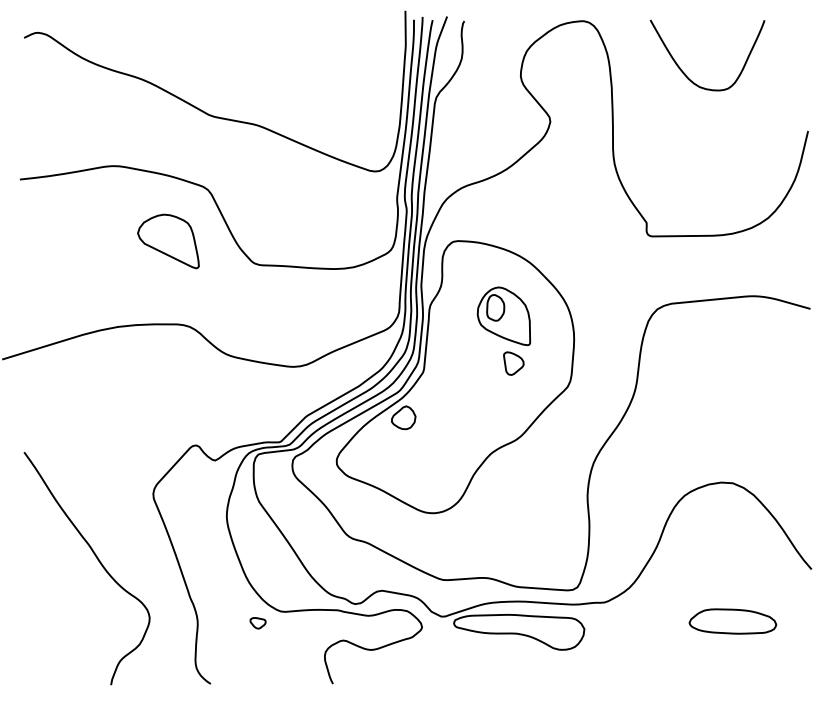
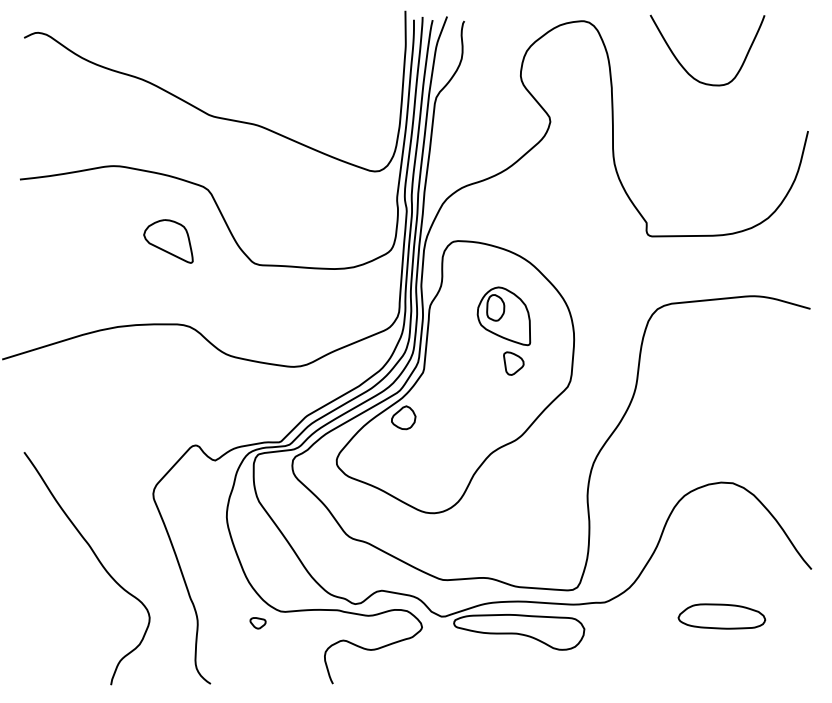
curve at (686, 74) position: (686, 74) -> (686, 69)
part at (168, 241) size: 63x57 px -> 51x45 px
part at (732, 621) position: (732, 621) -> (721, 616)
